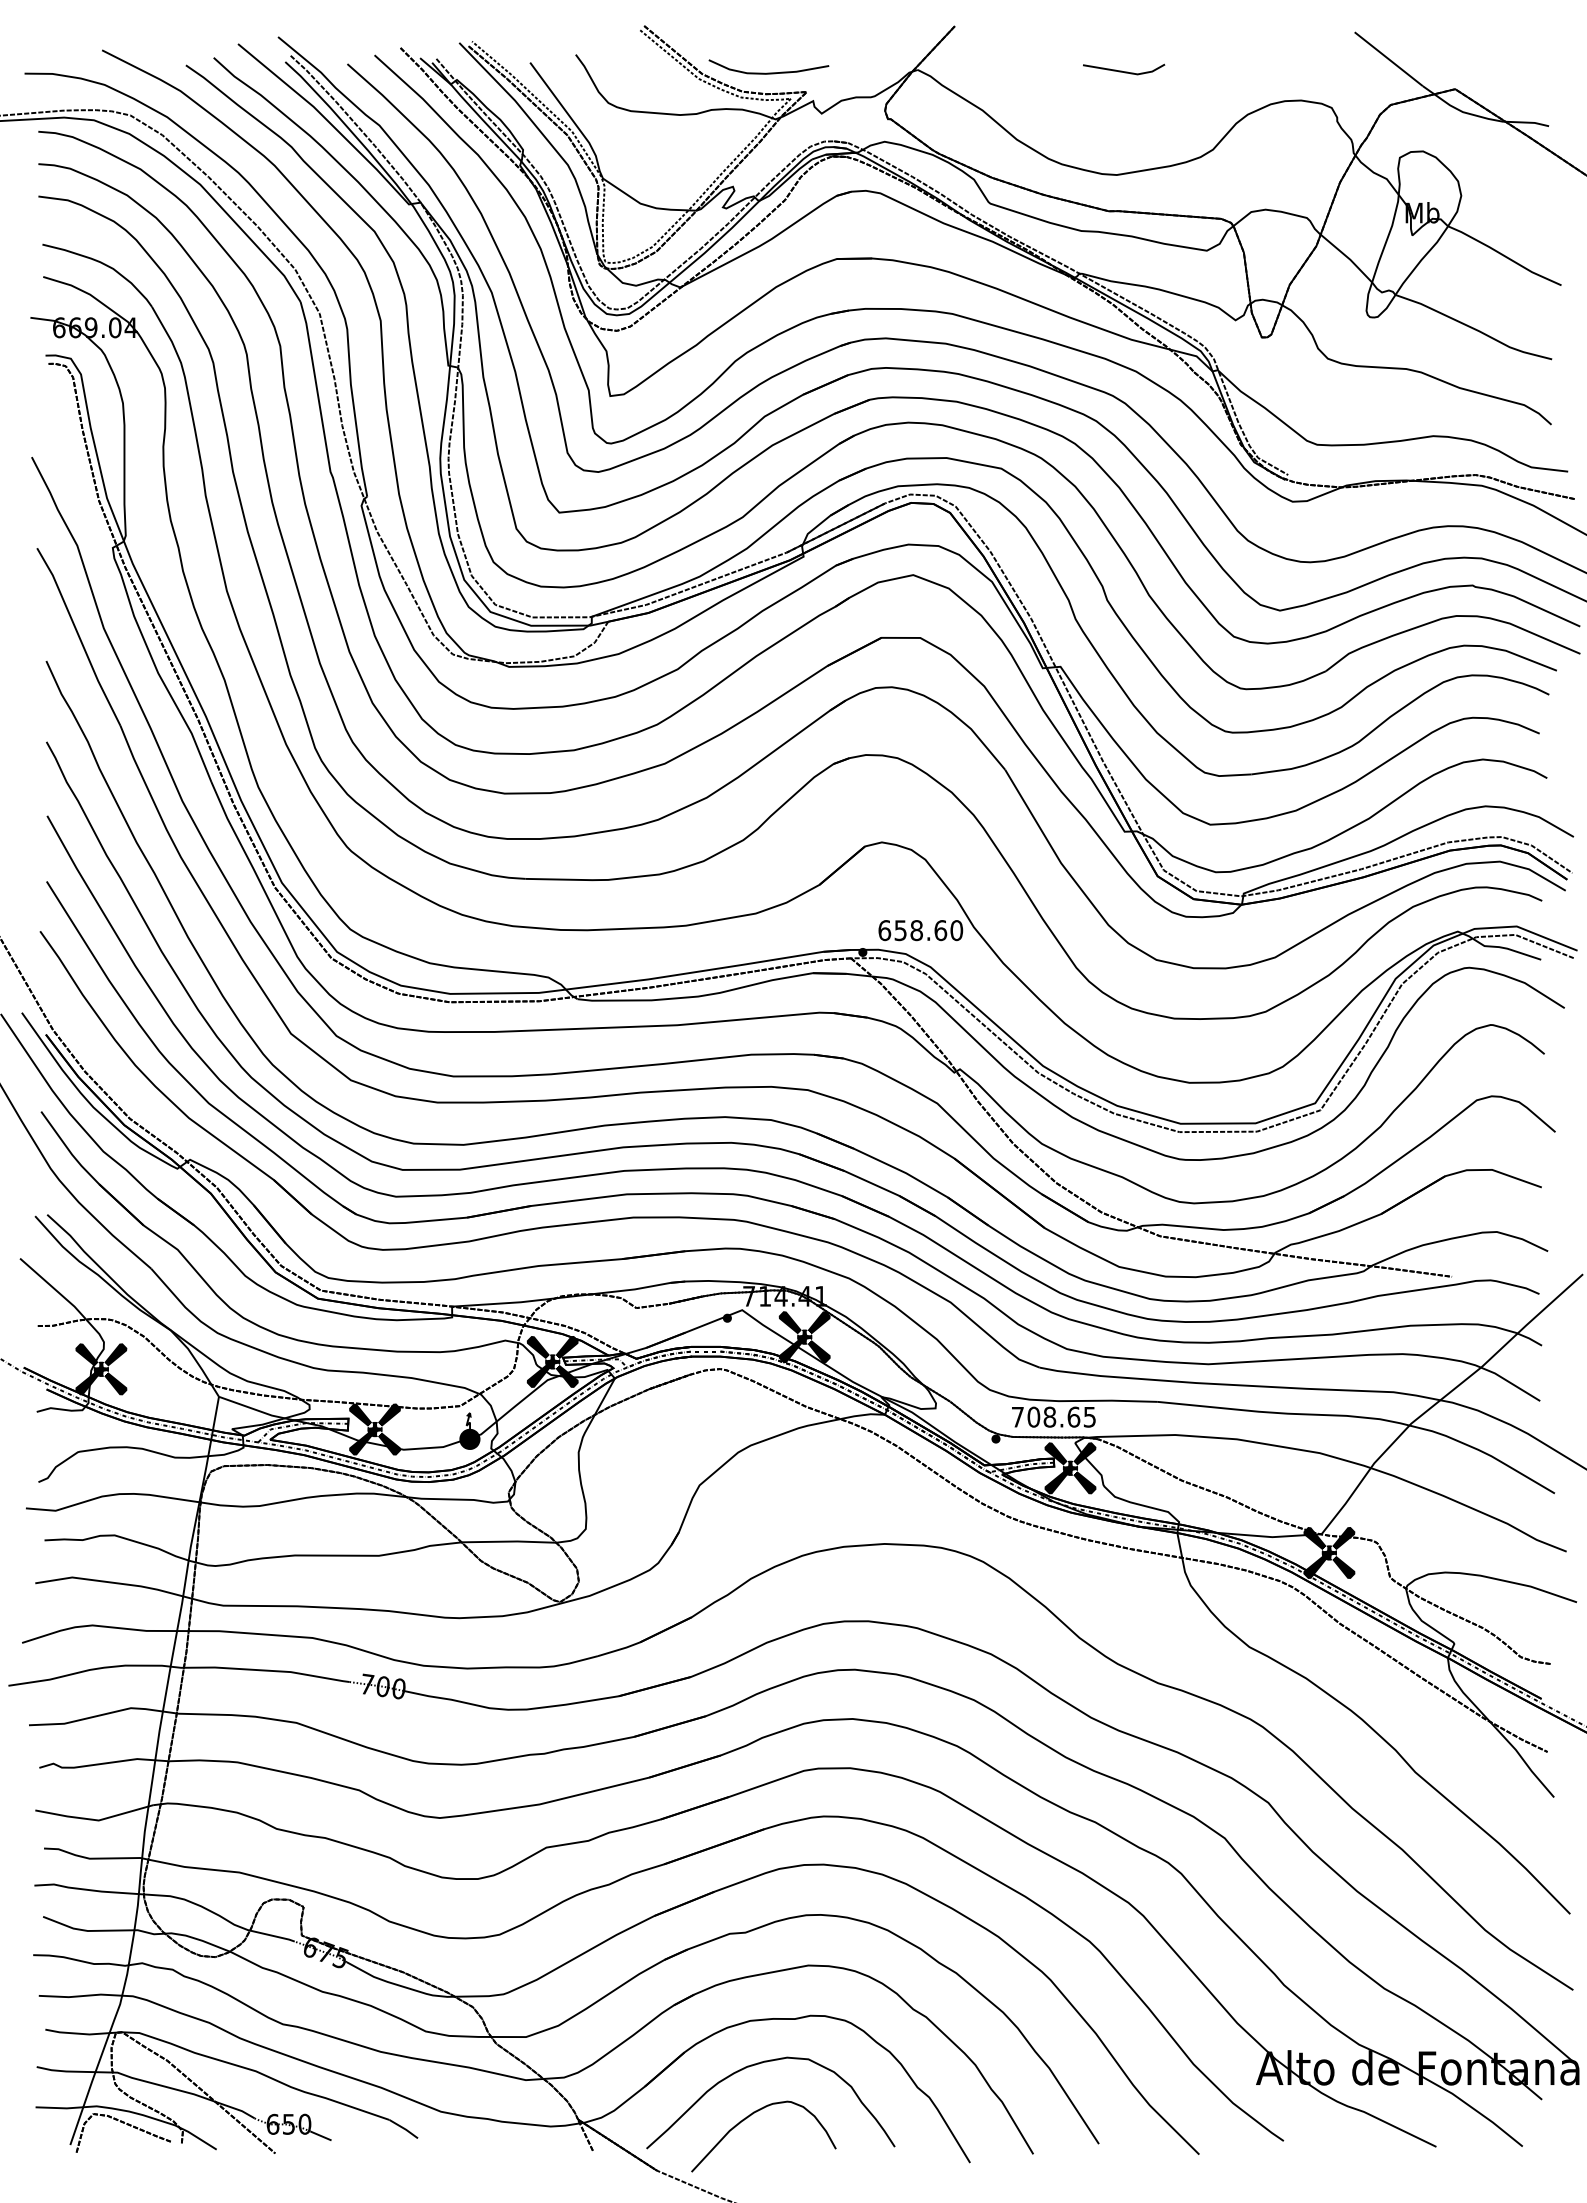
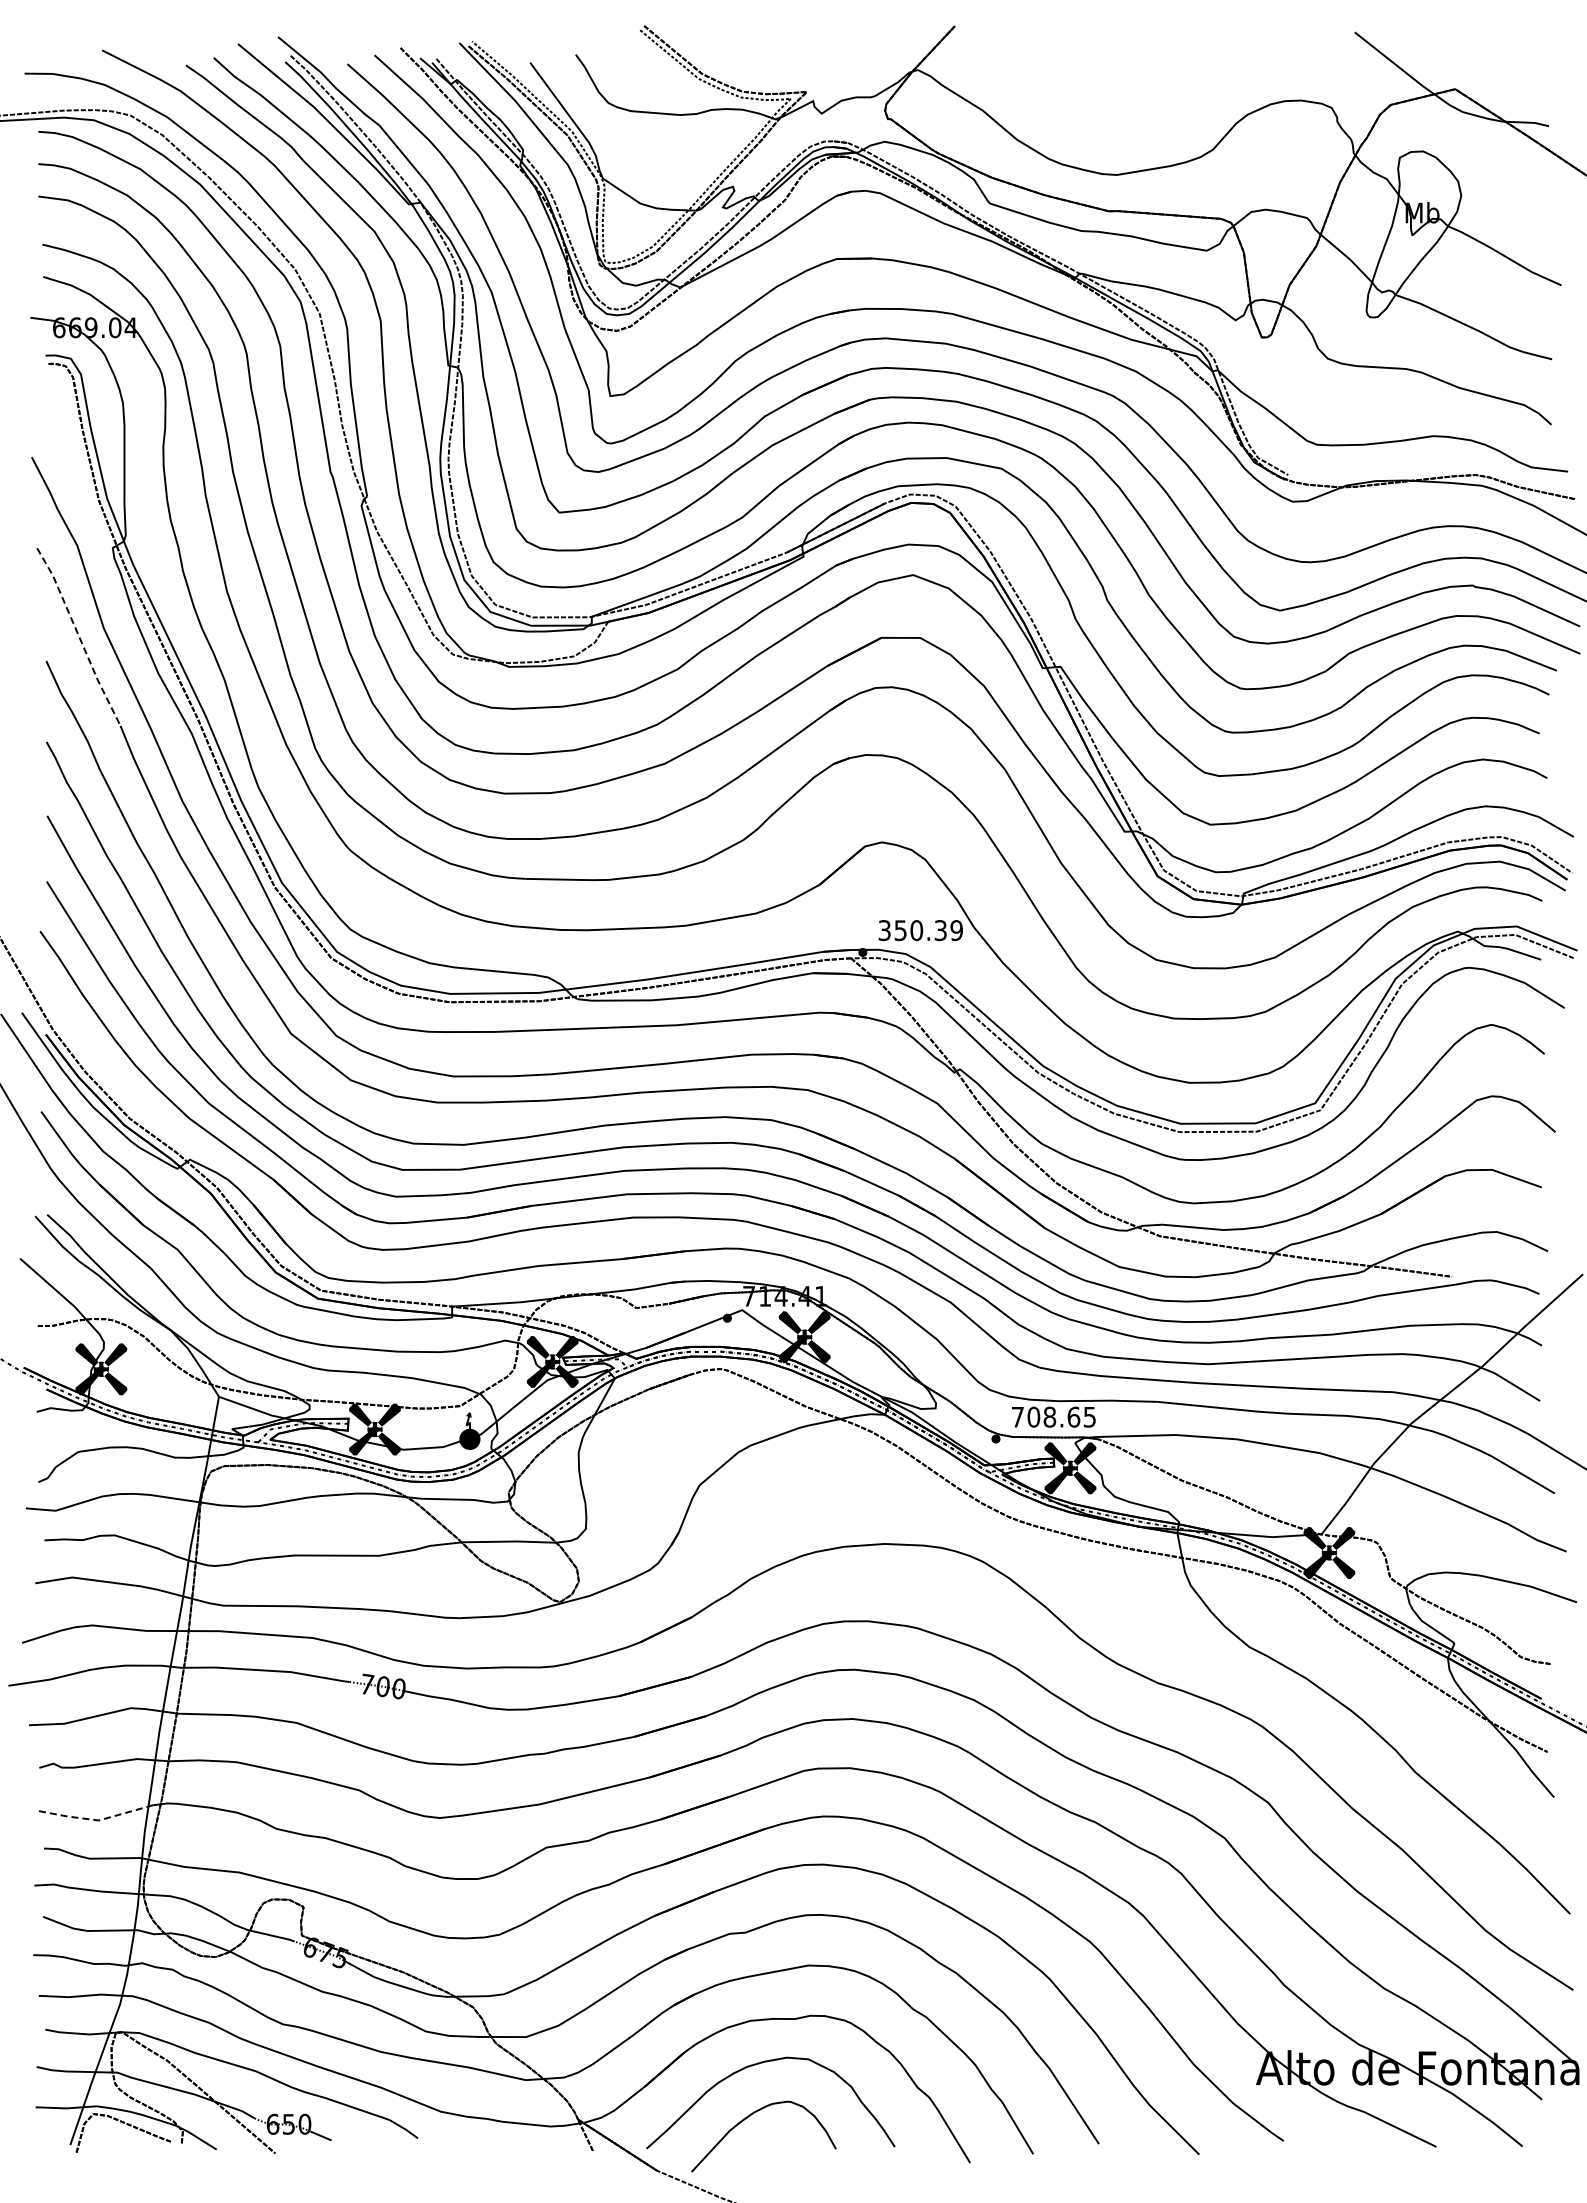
line at (1124, 71): present -> none
curve at (768, 72): present -> none
line at (79, 636): solid -> dashed
text at (920, 930): 658.60 -> 350.39
line at (94, 1820): solid -> dashed
